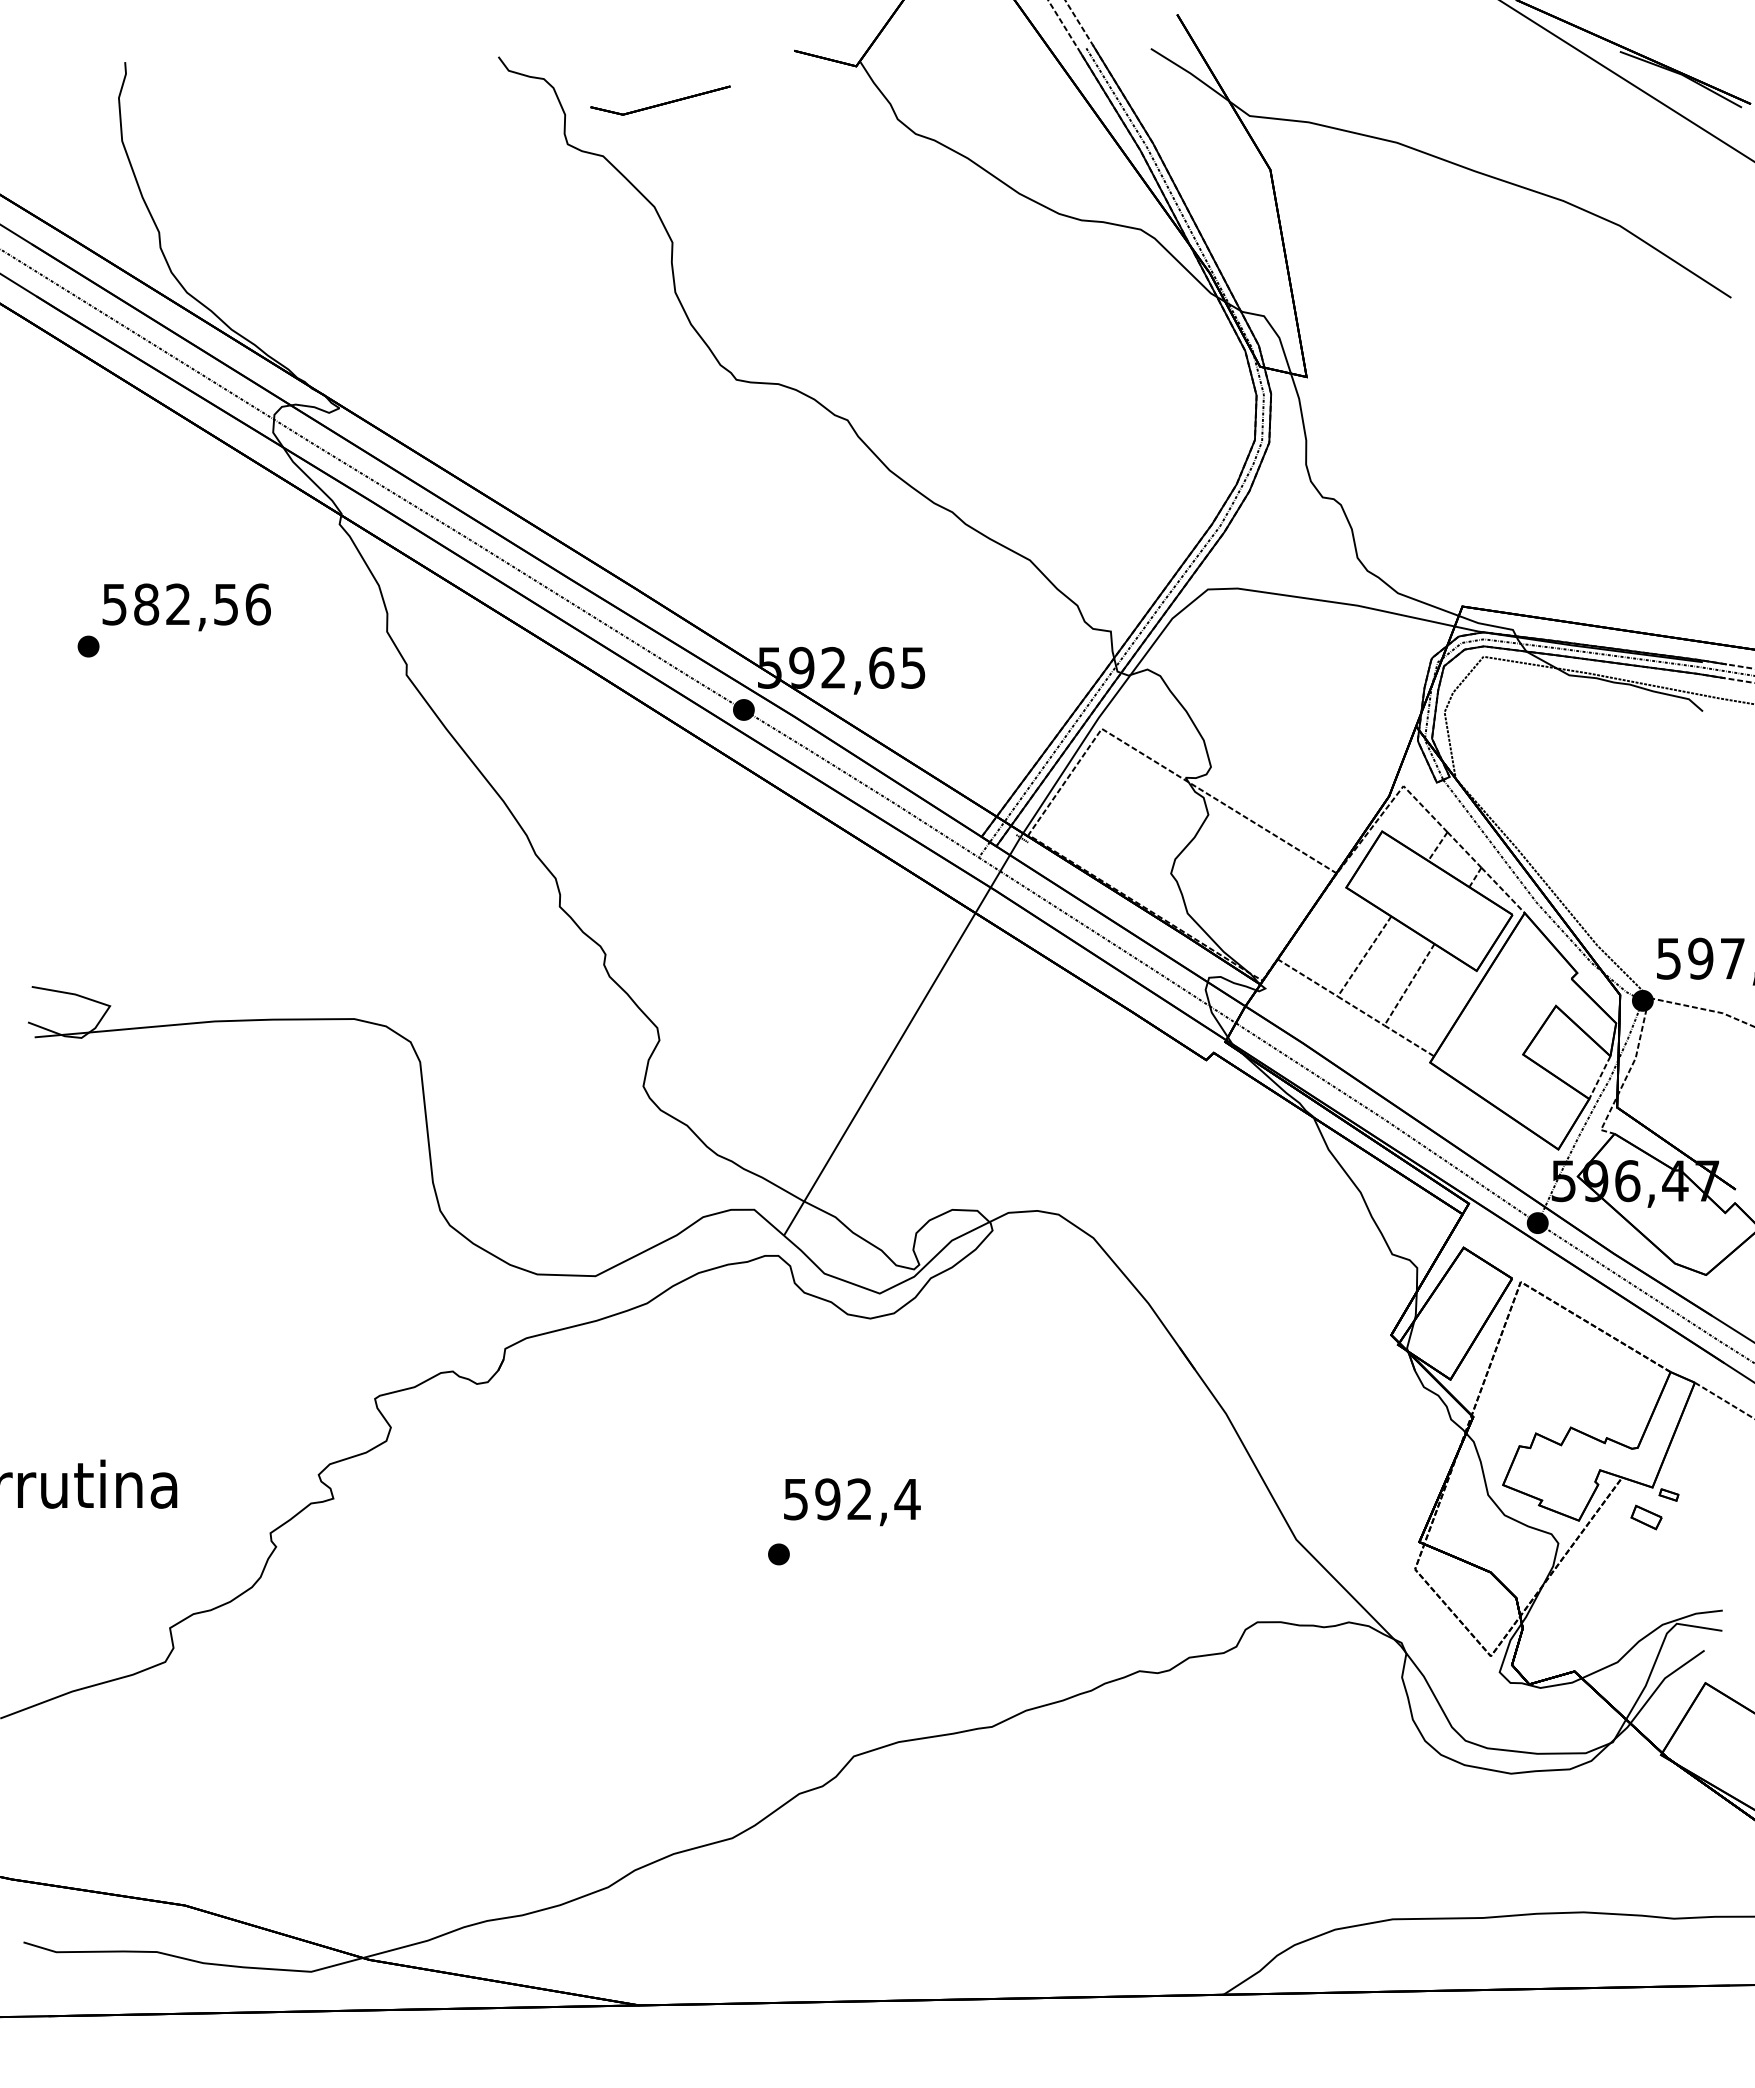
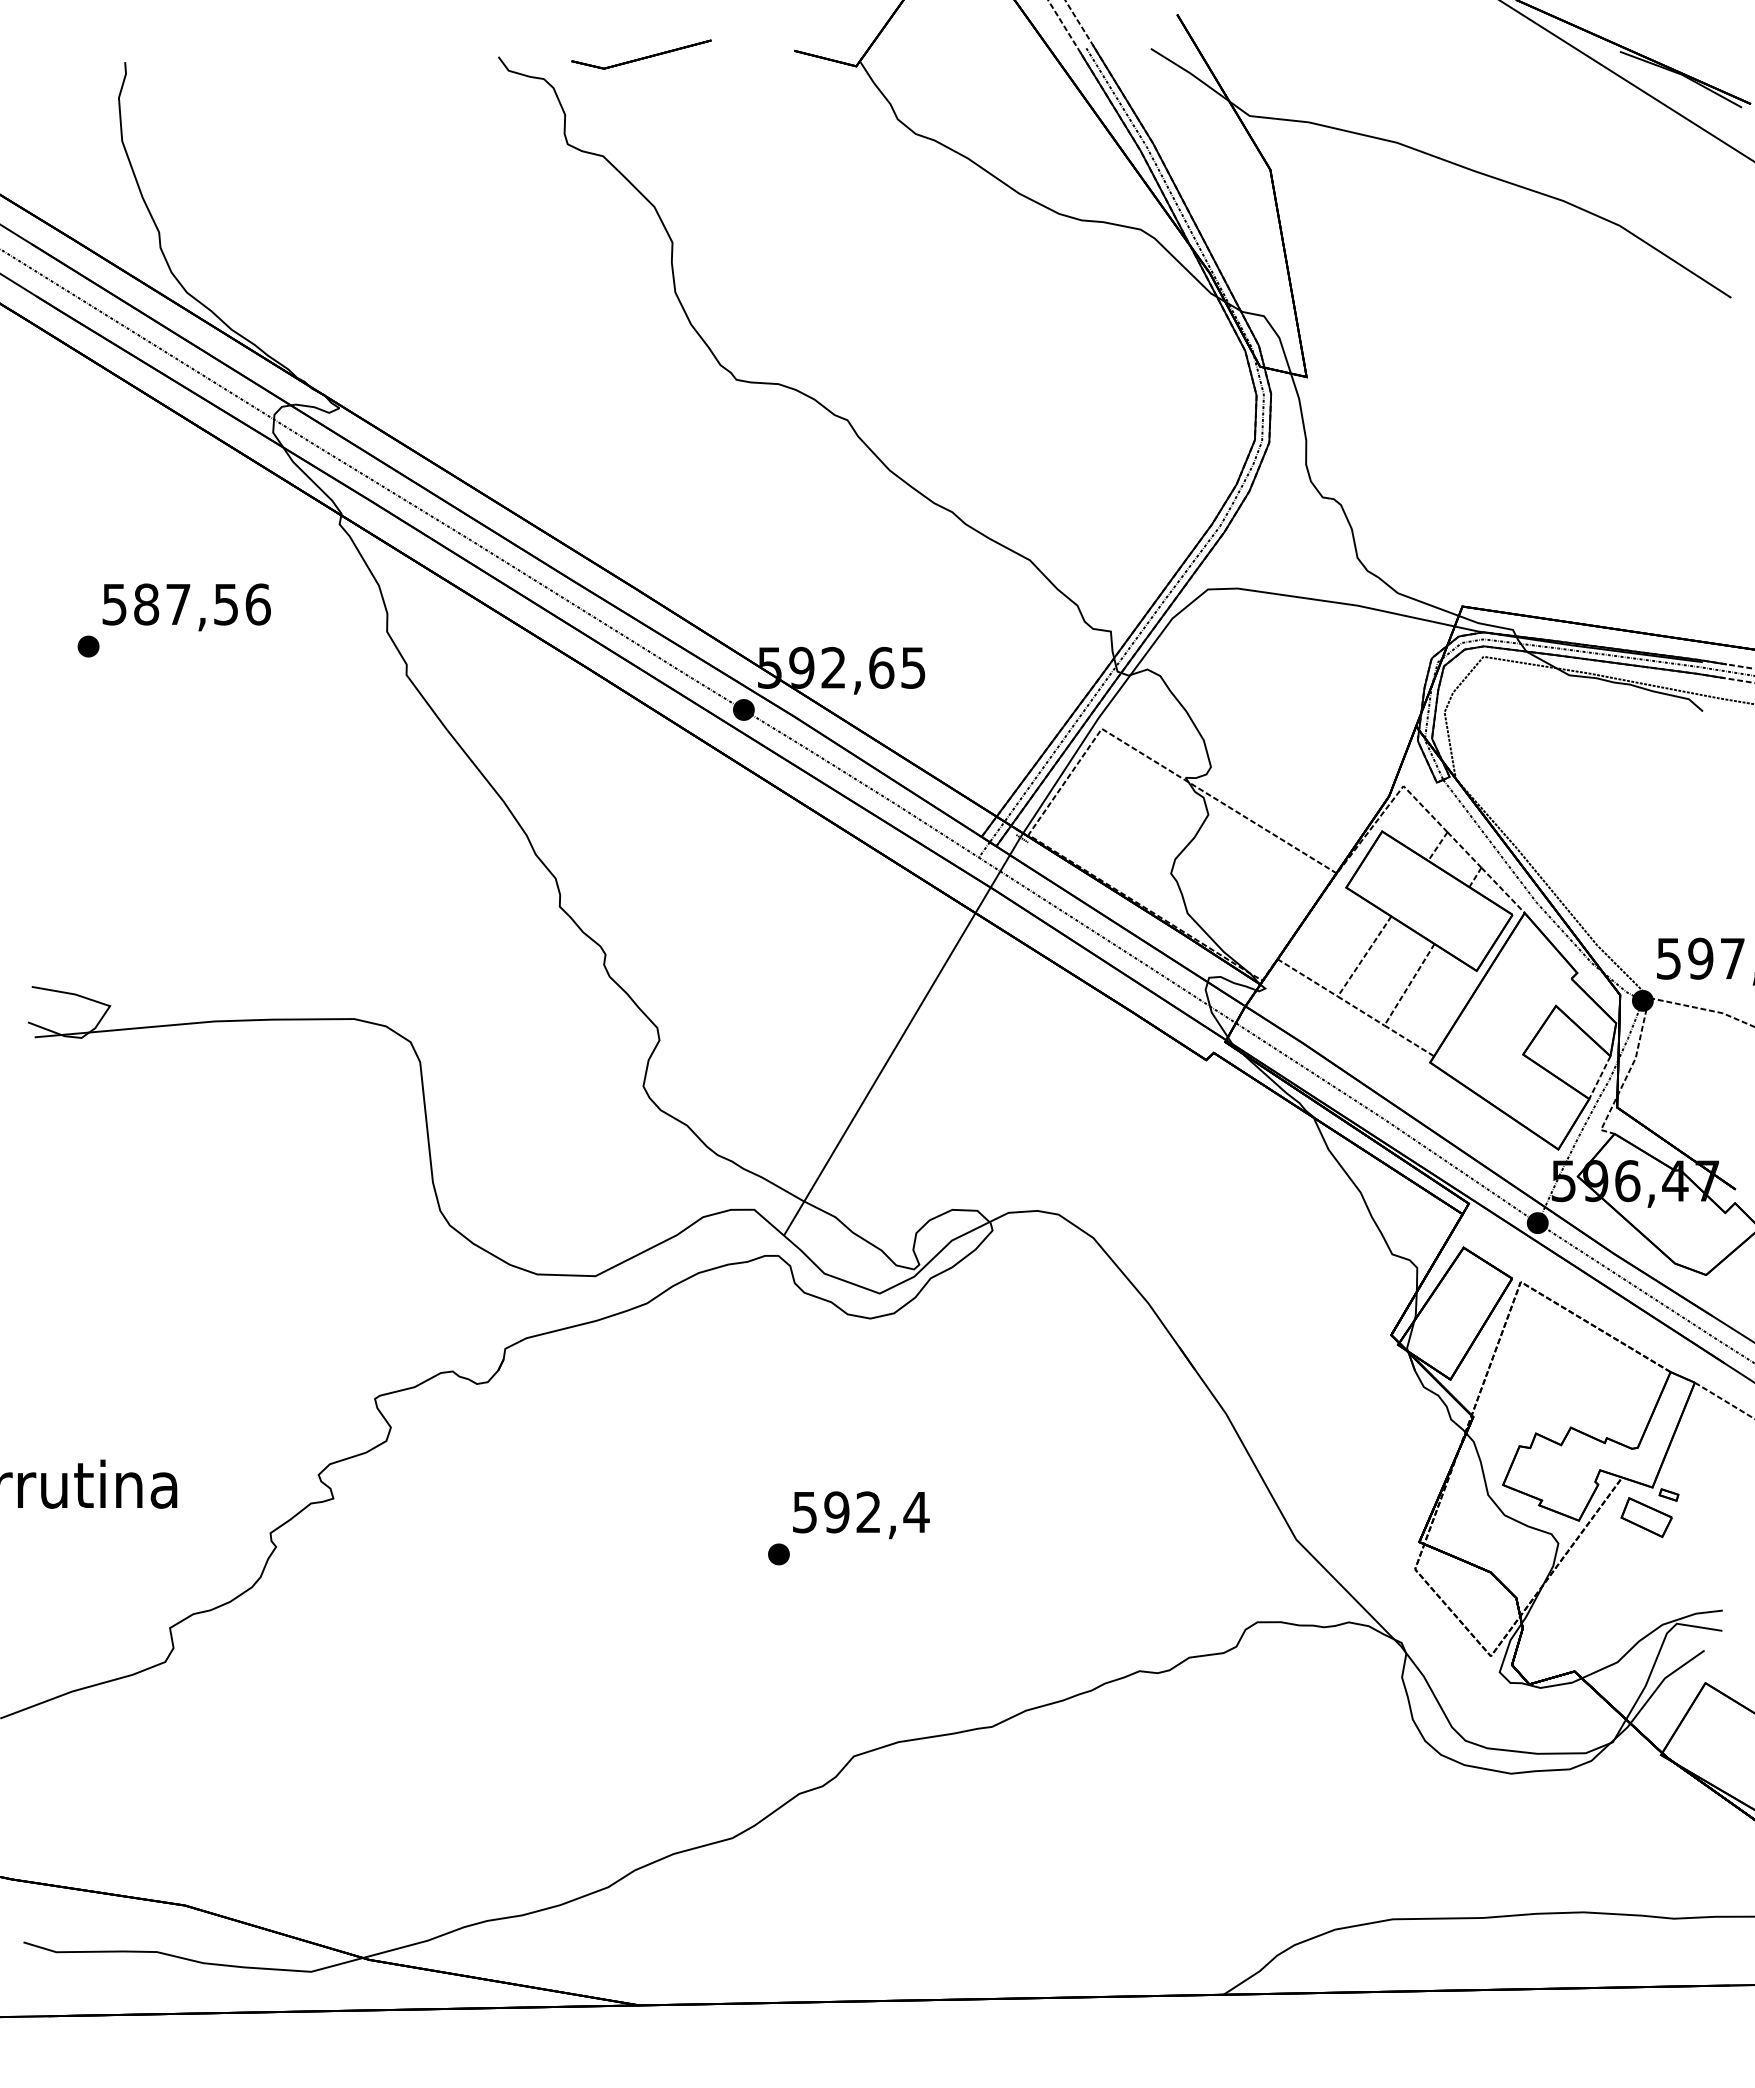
part at (660, 100) position: (660, 100) -> (641, 54)
text at (178, 603): 582,56 -> 587,56
text at (852, 1502) position: (852, 1502) -> (861, 1515)
part at (1646, 1517) size: 33x27 px -> 53x41 px
